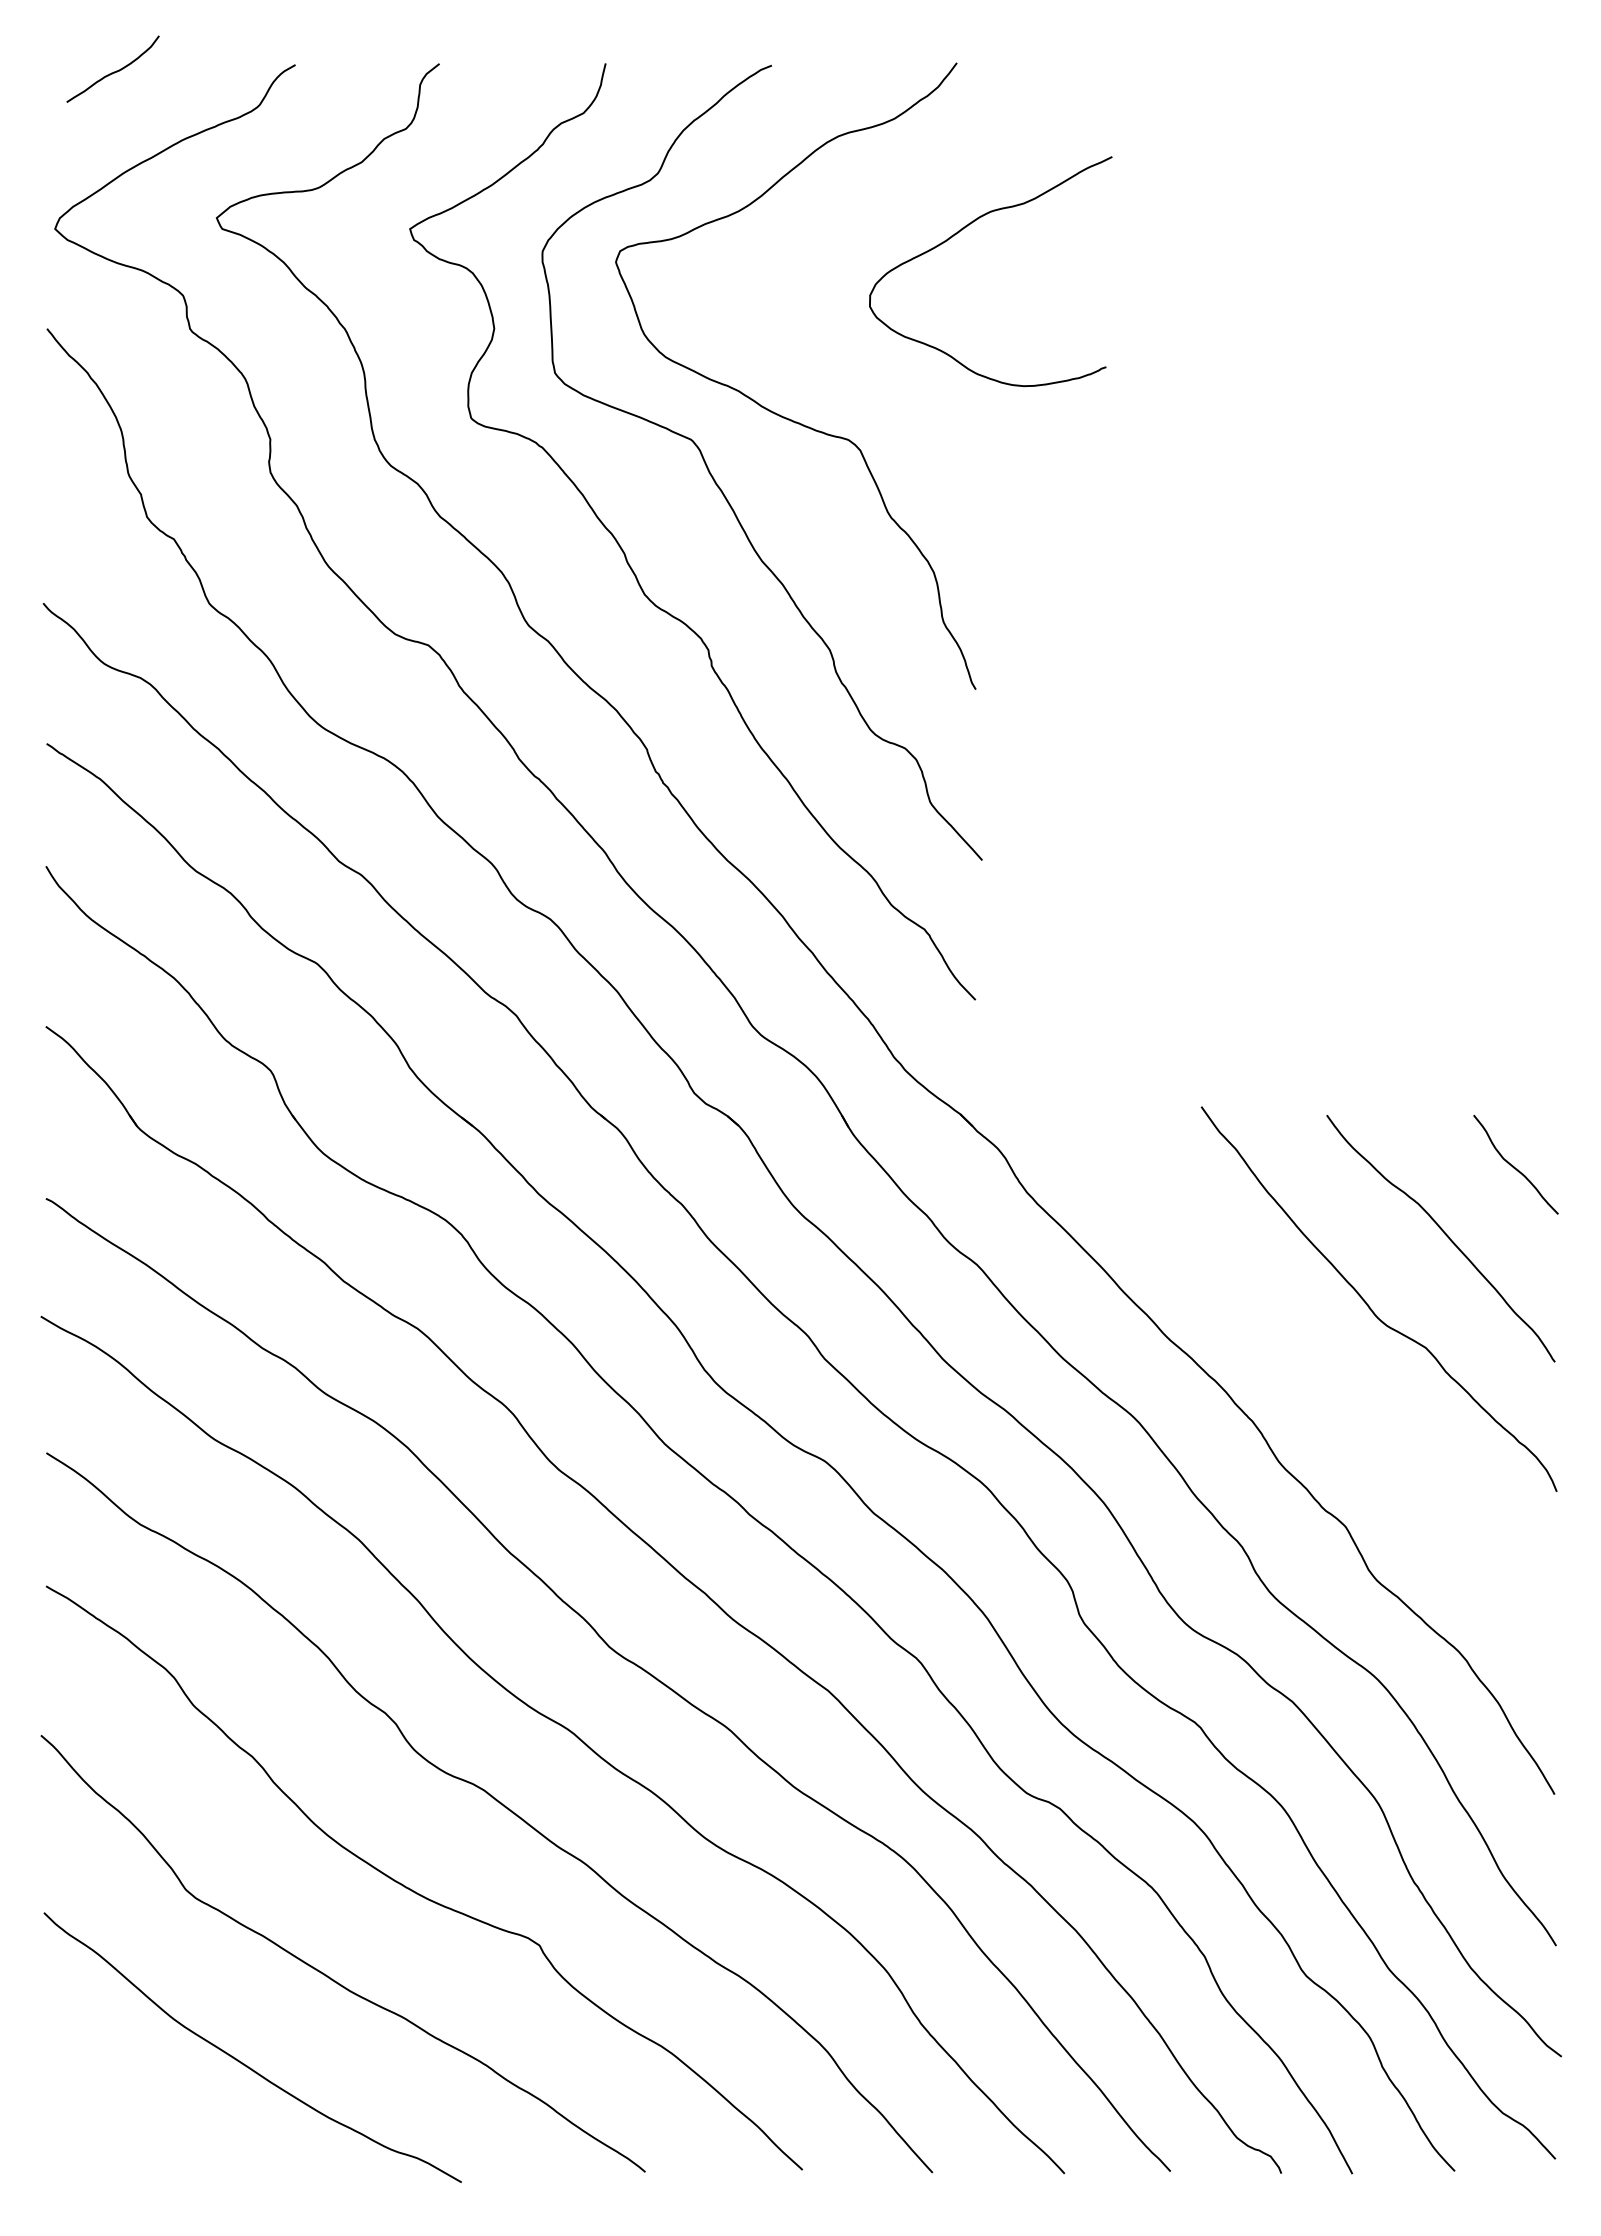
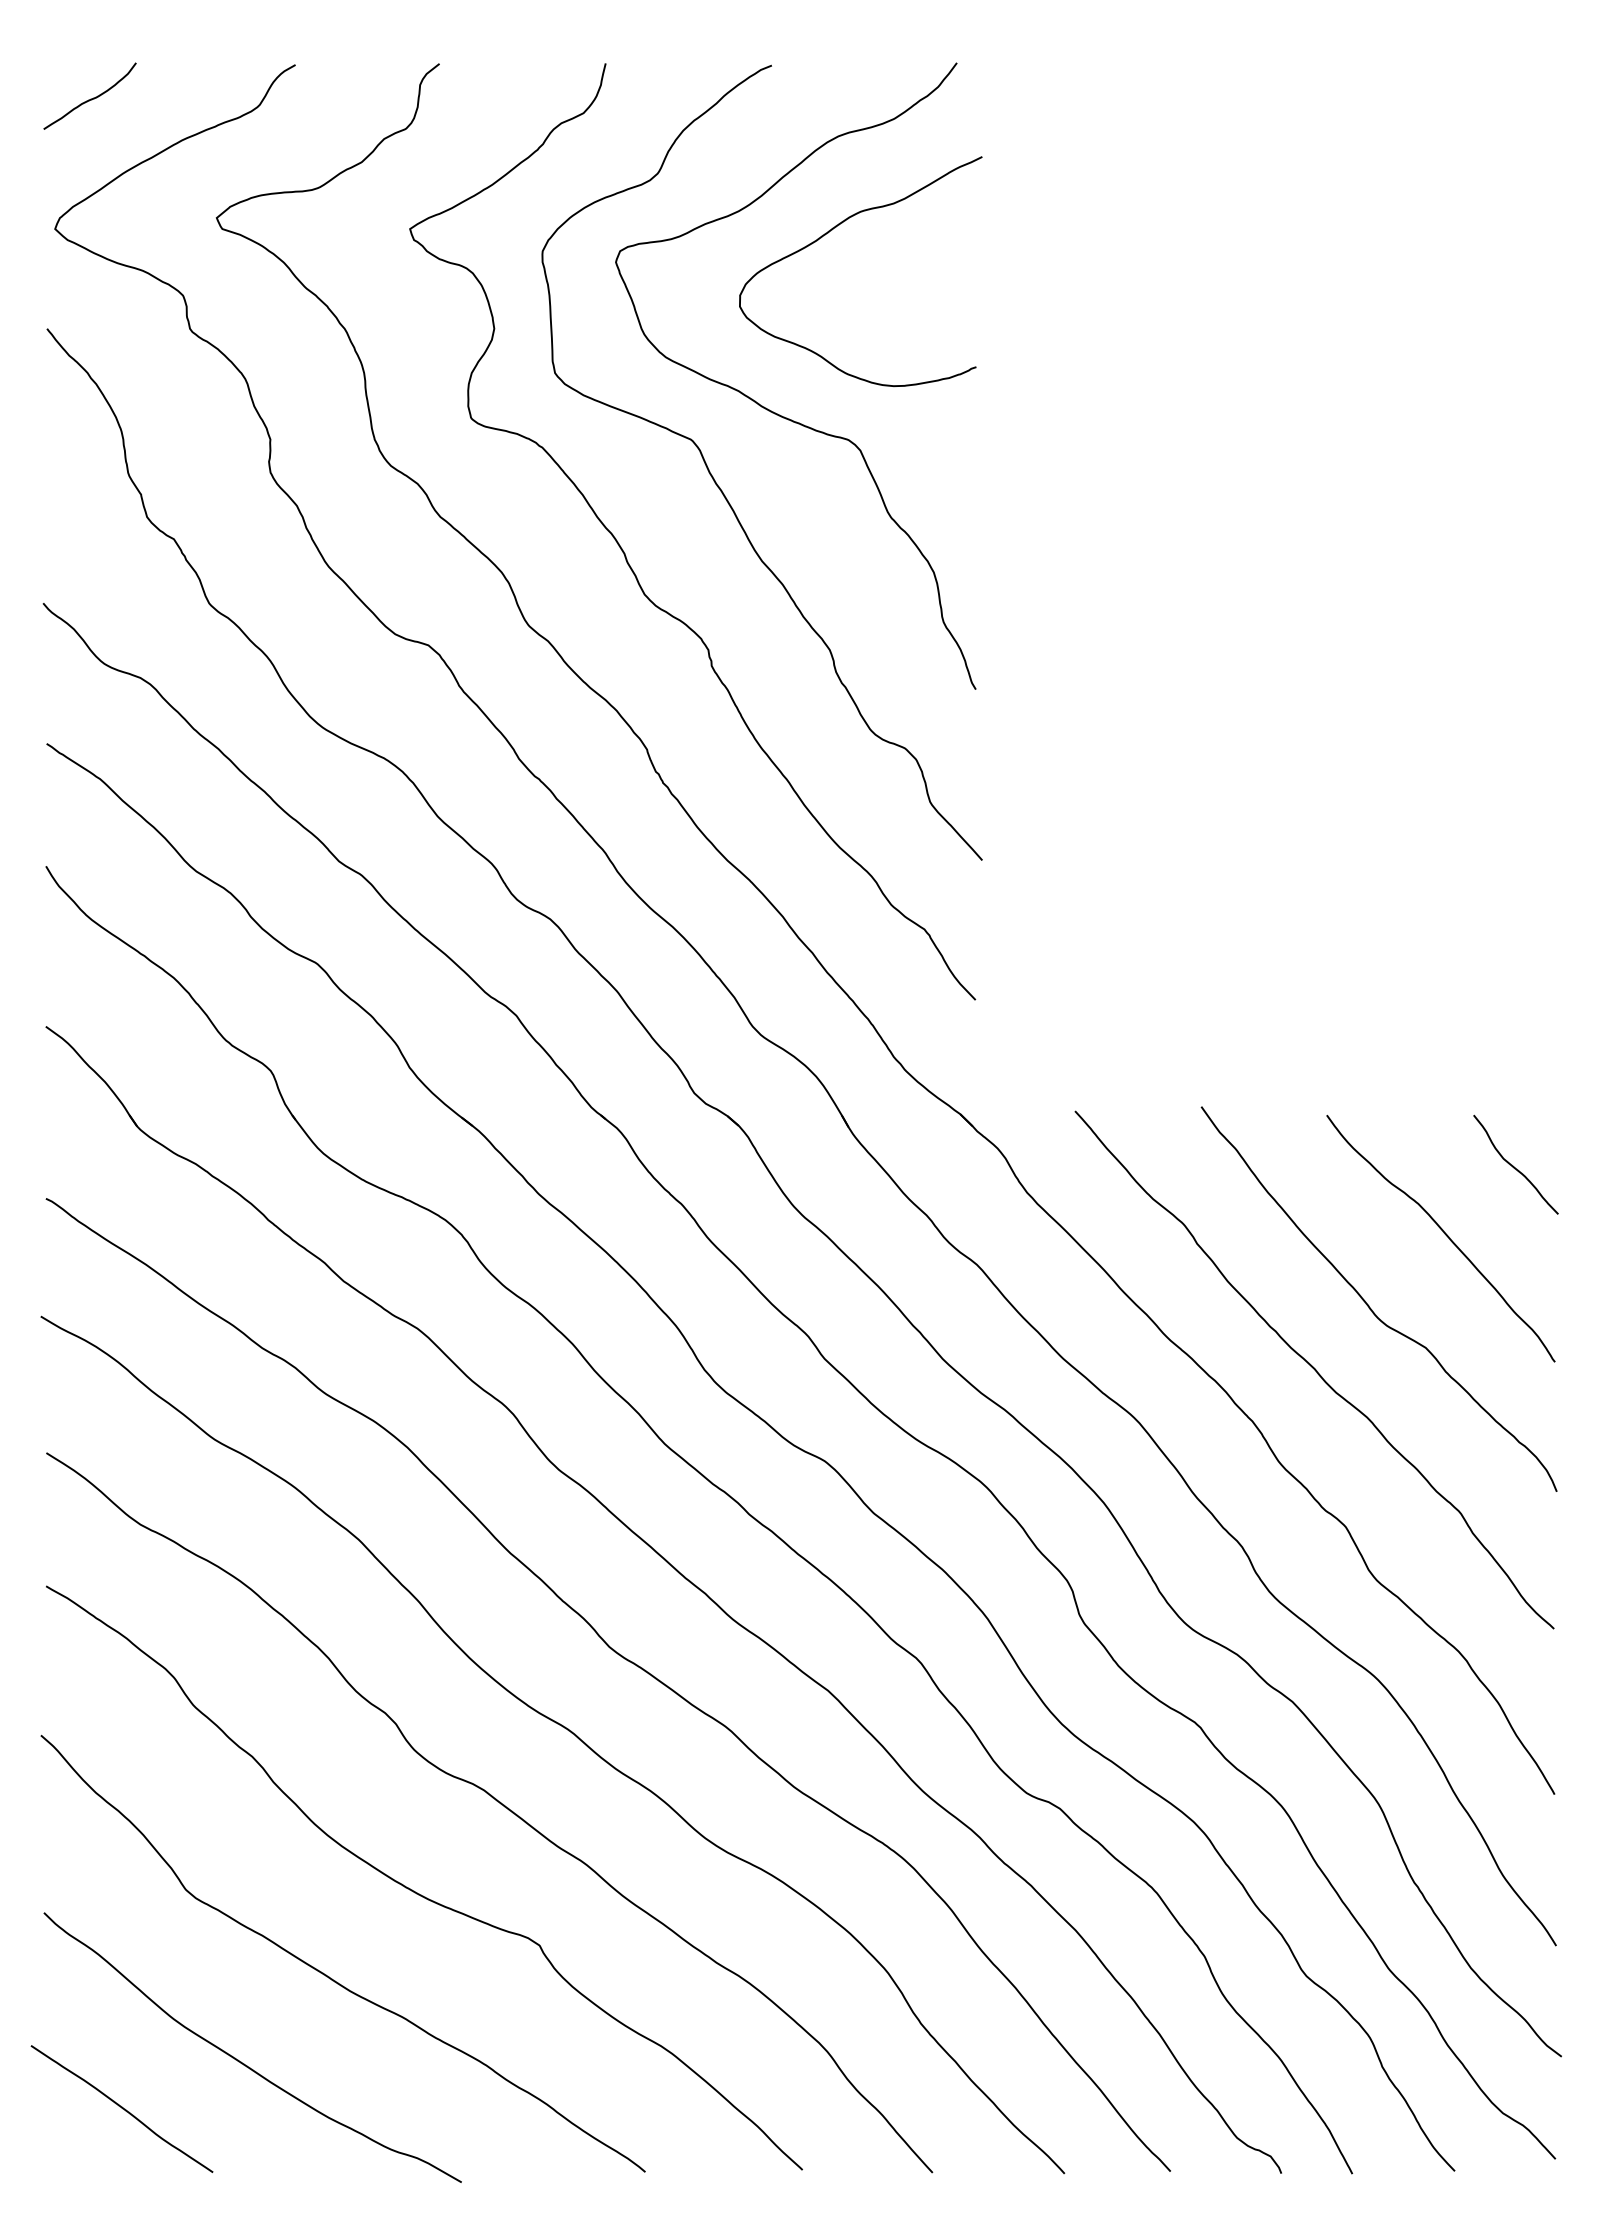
curve at (113, 71) position: (113, 71) -> (90, 98)
curve at (962, 230) position: (962, 230) -> (832, 230)
curve at (1314, 1369): none -> present
curve at (121, 2108): none -> present
